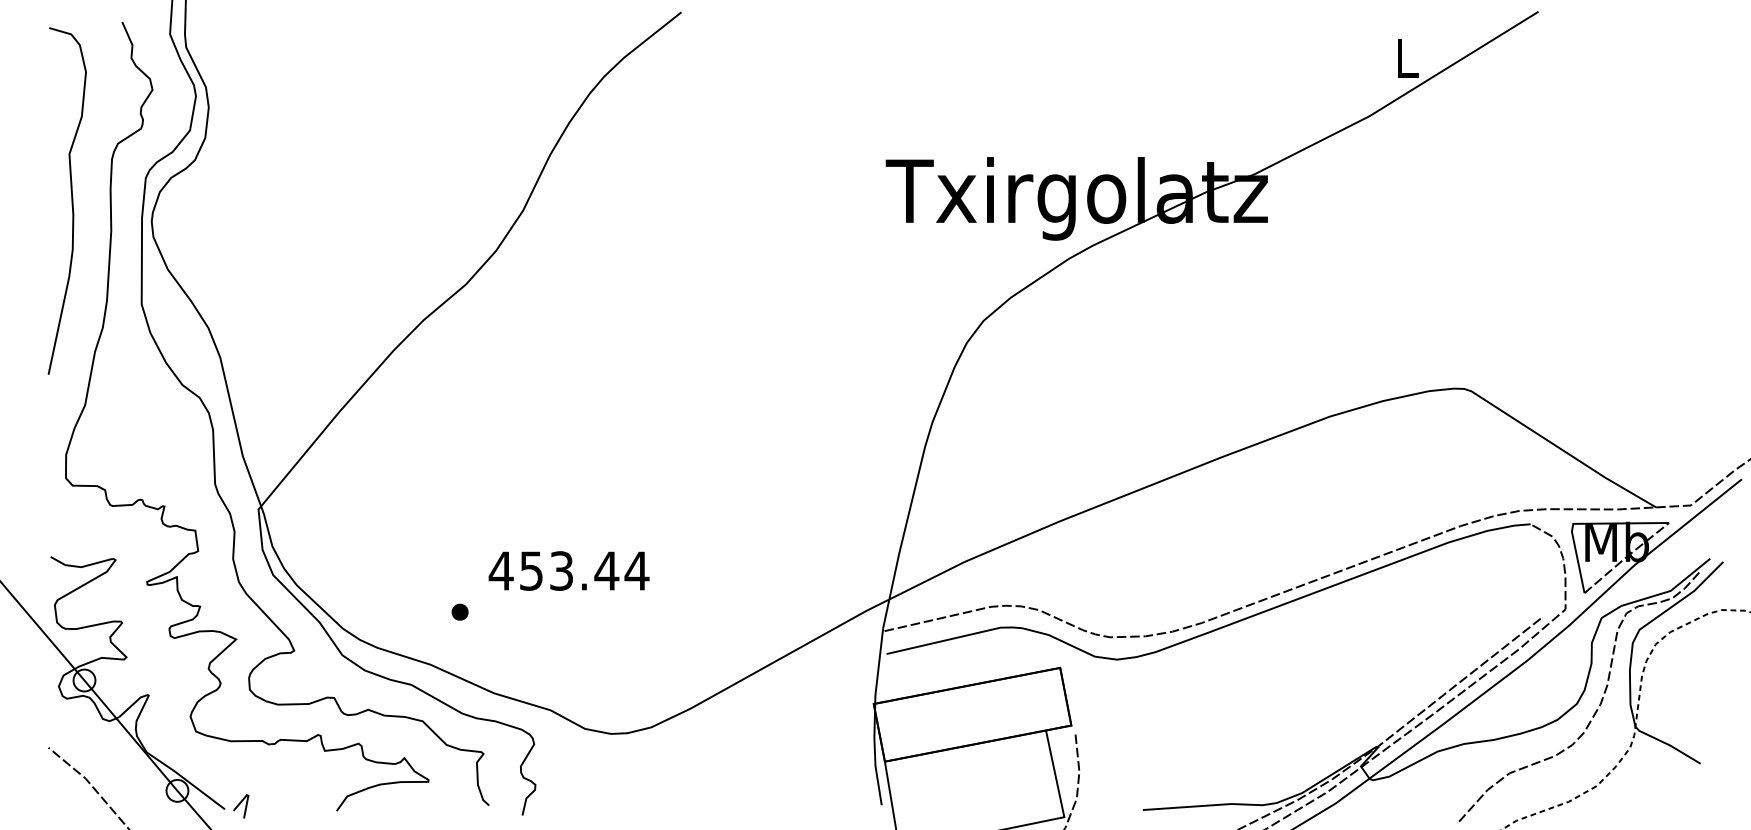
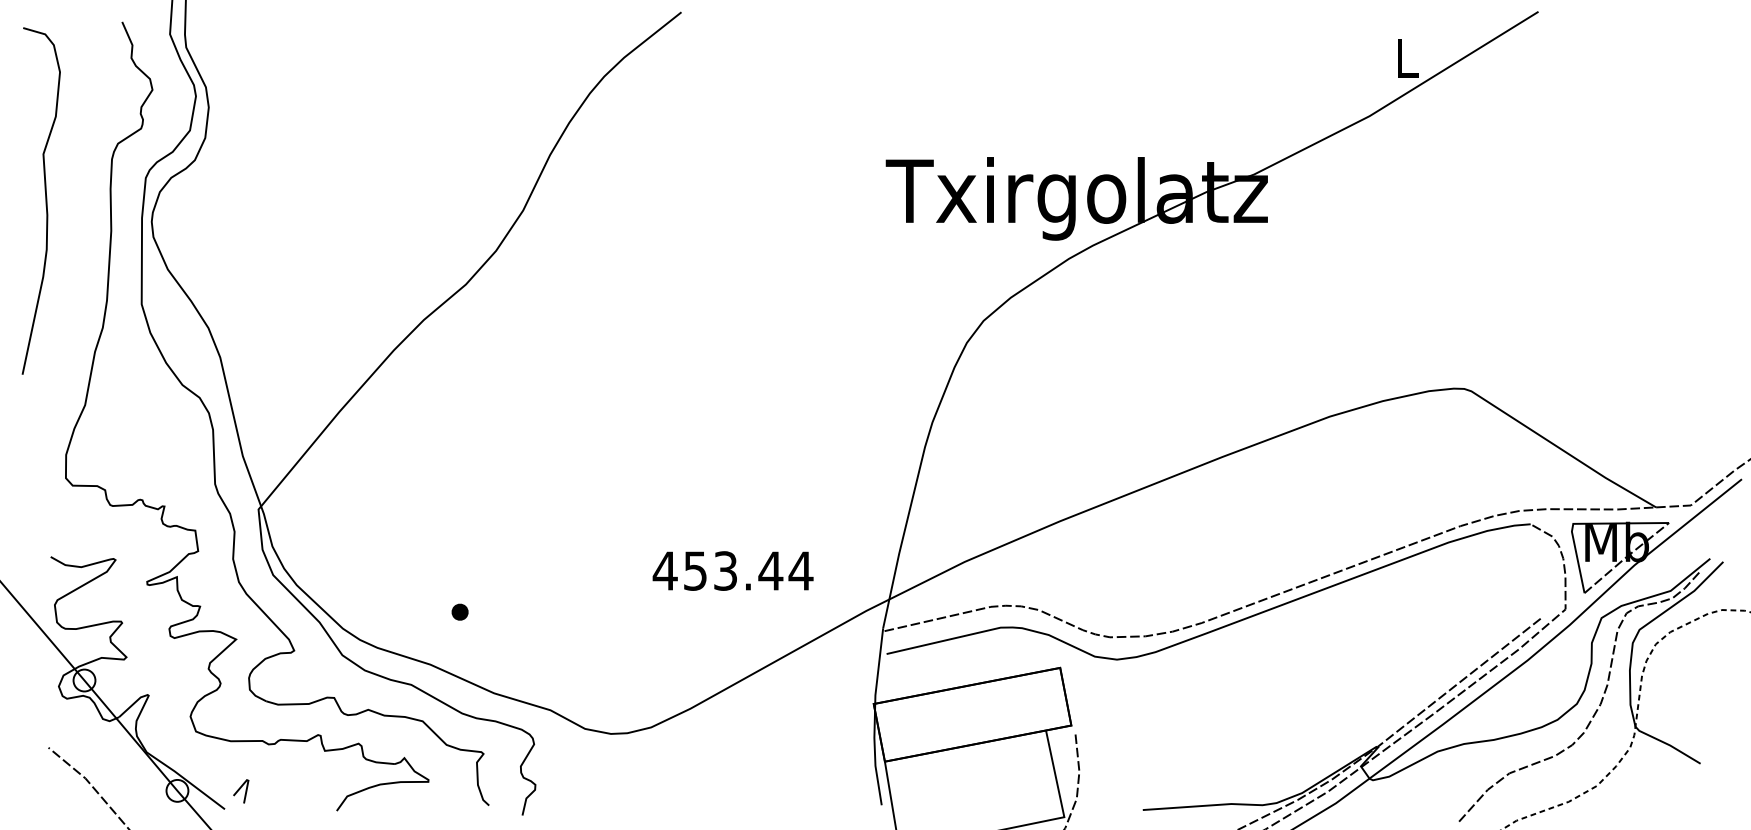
curve at (71, 200) position: (71, 200) -> (45, 200)
text at (568, 570) position: (568, 570) -> (732, 570)
line at (240, 804) position: (240, 804) -> (240, 789)
